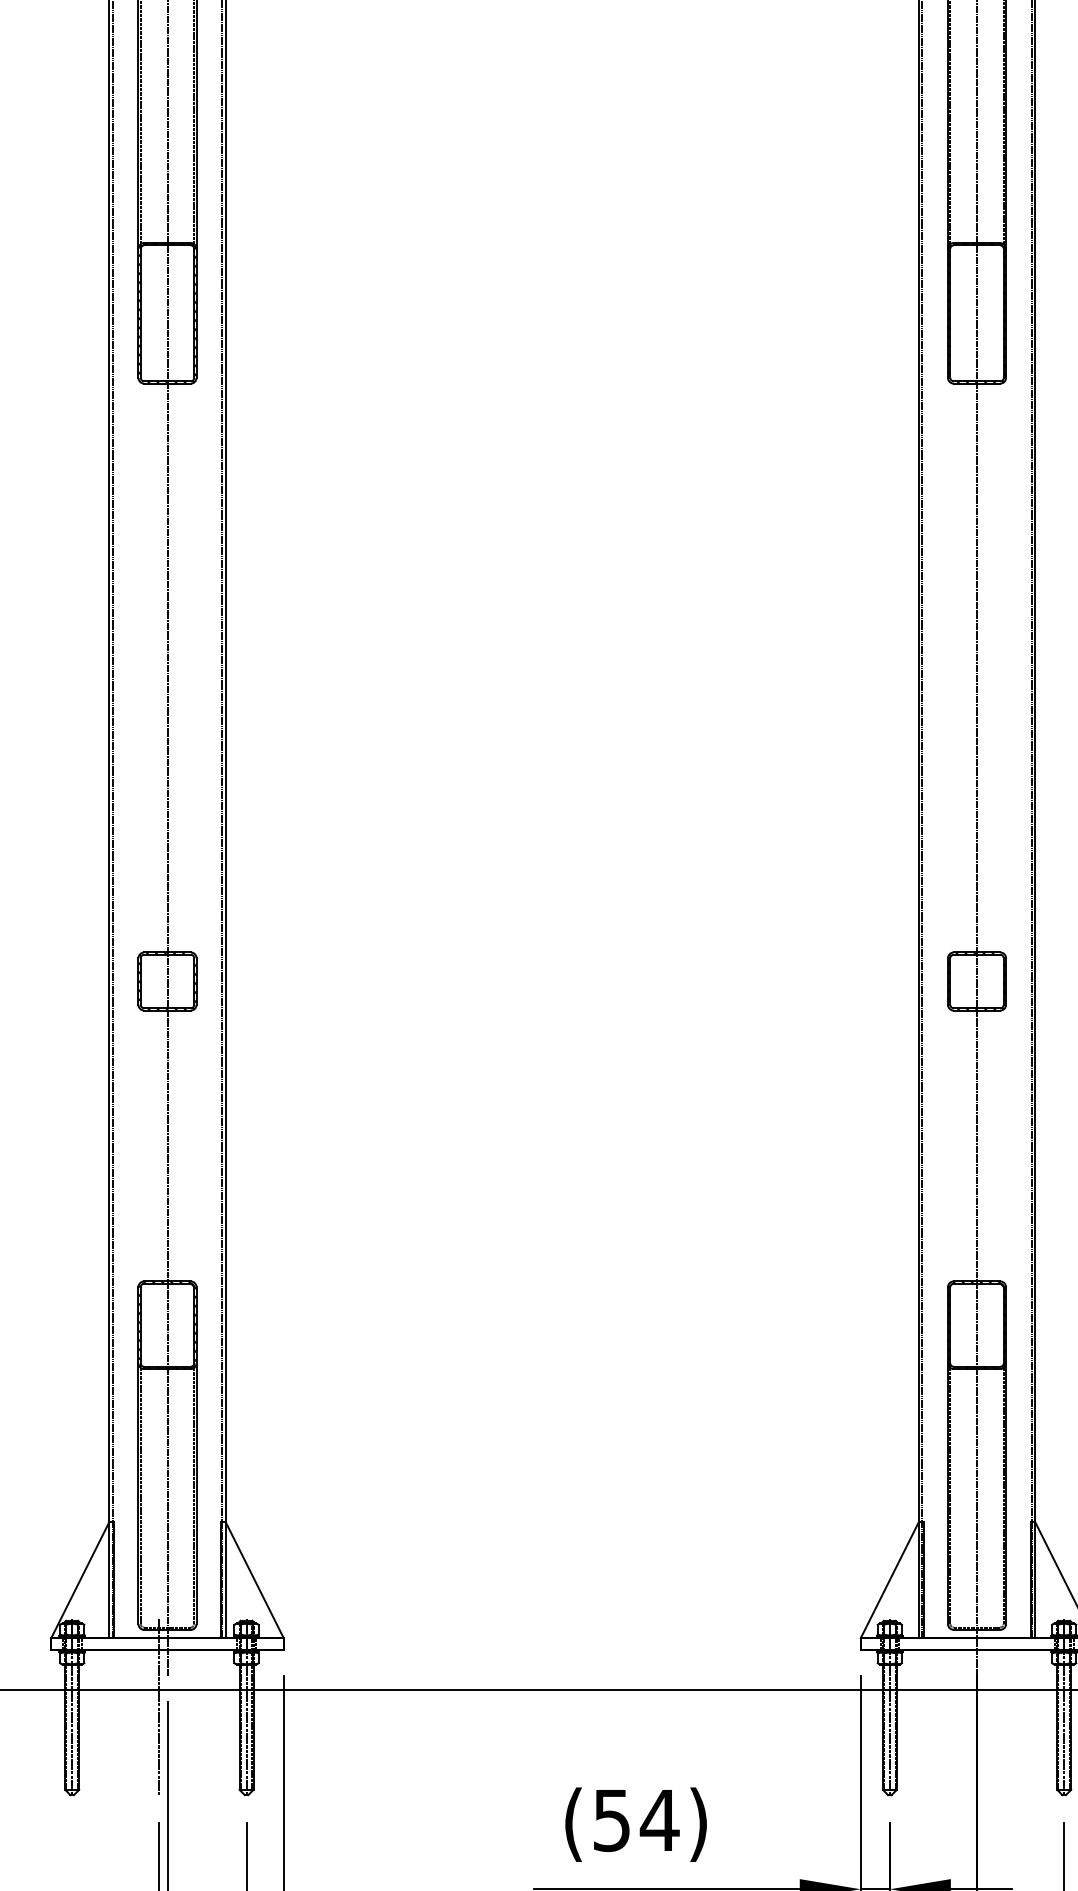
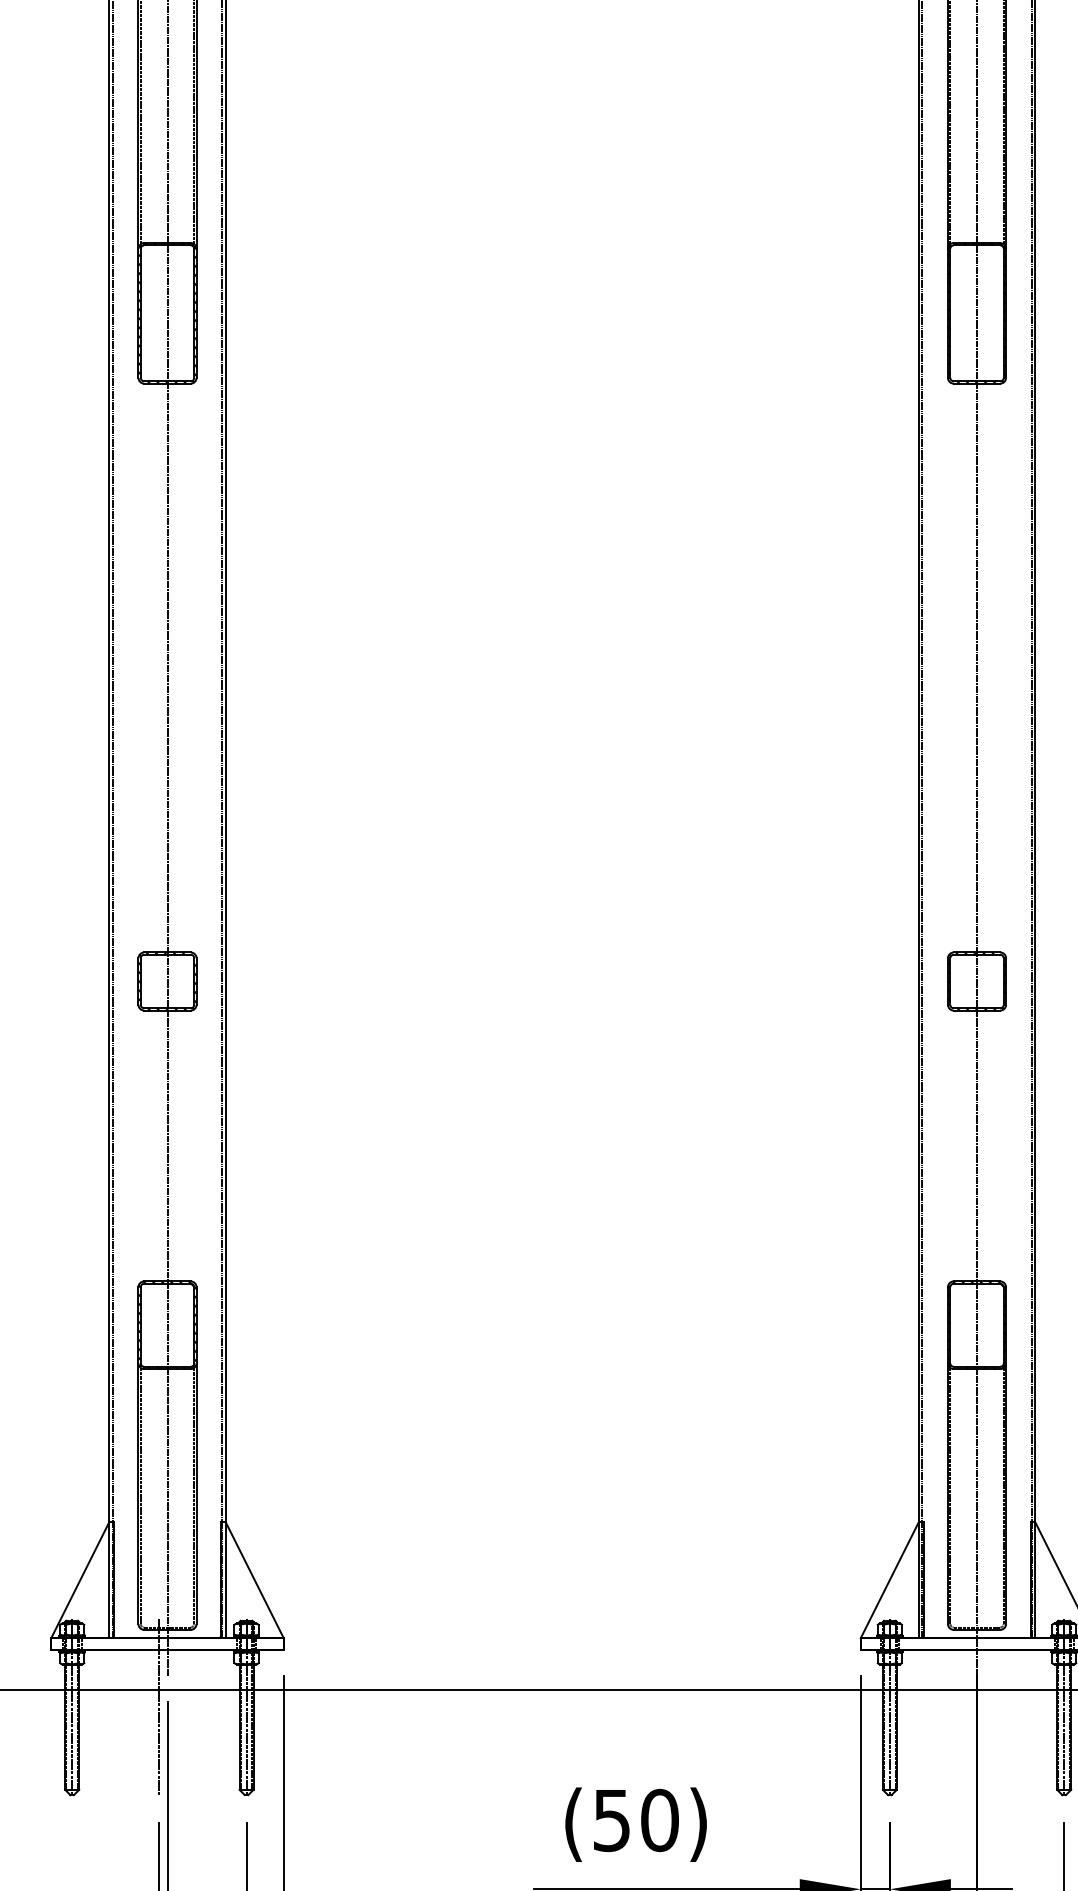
text at (659, 1820): (54) -> (50)
